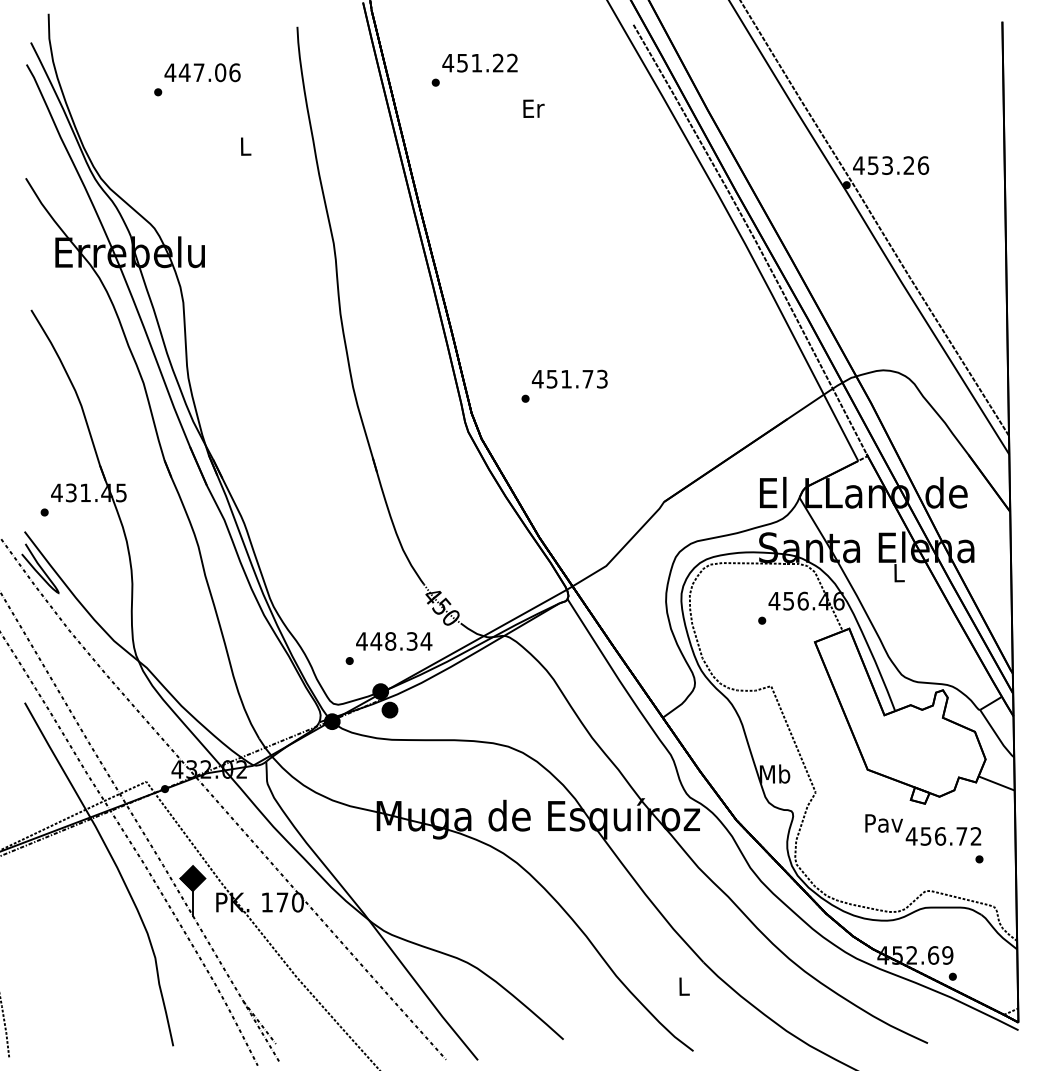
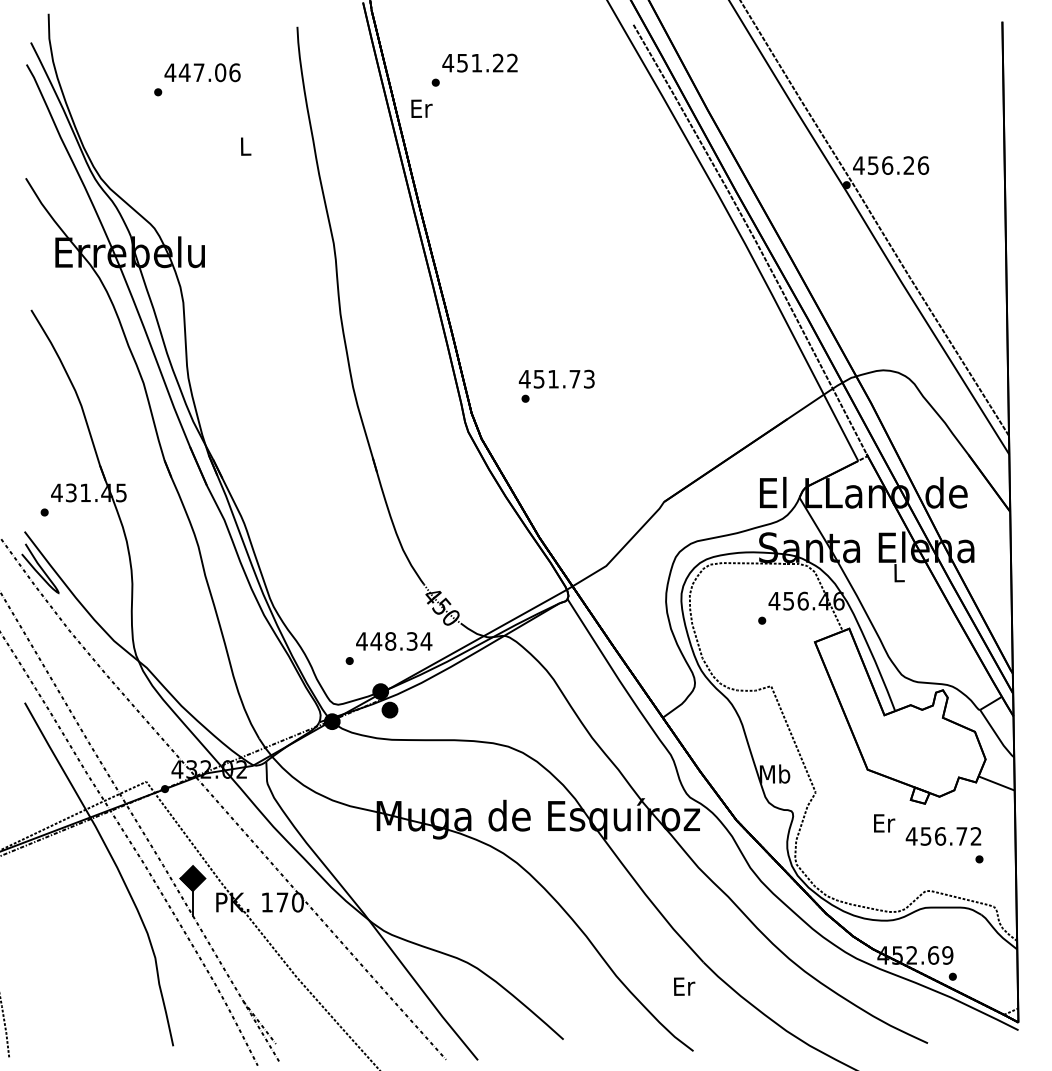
text at (533, 108) position: (533, 108) -> (421, 108)
text at (887, 165): 453.26 -> 456.26
text at (569, 378) position: (569, 378) -> (556, 378)
text at (883, 823): Pav -> Er
text at (684, 986): L -> Er
